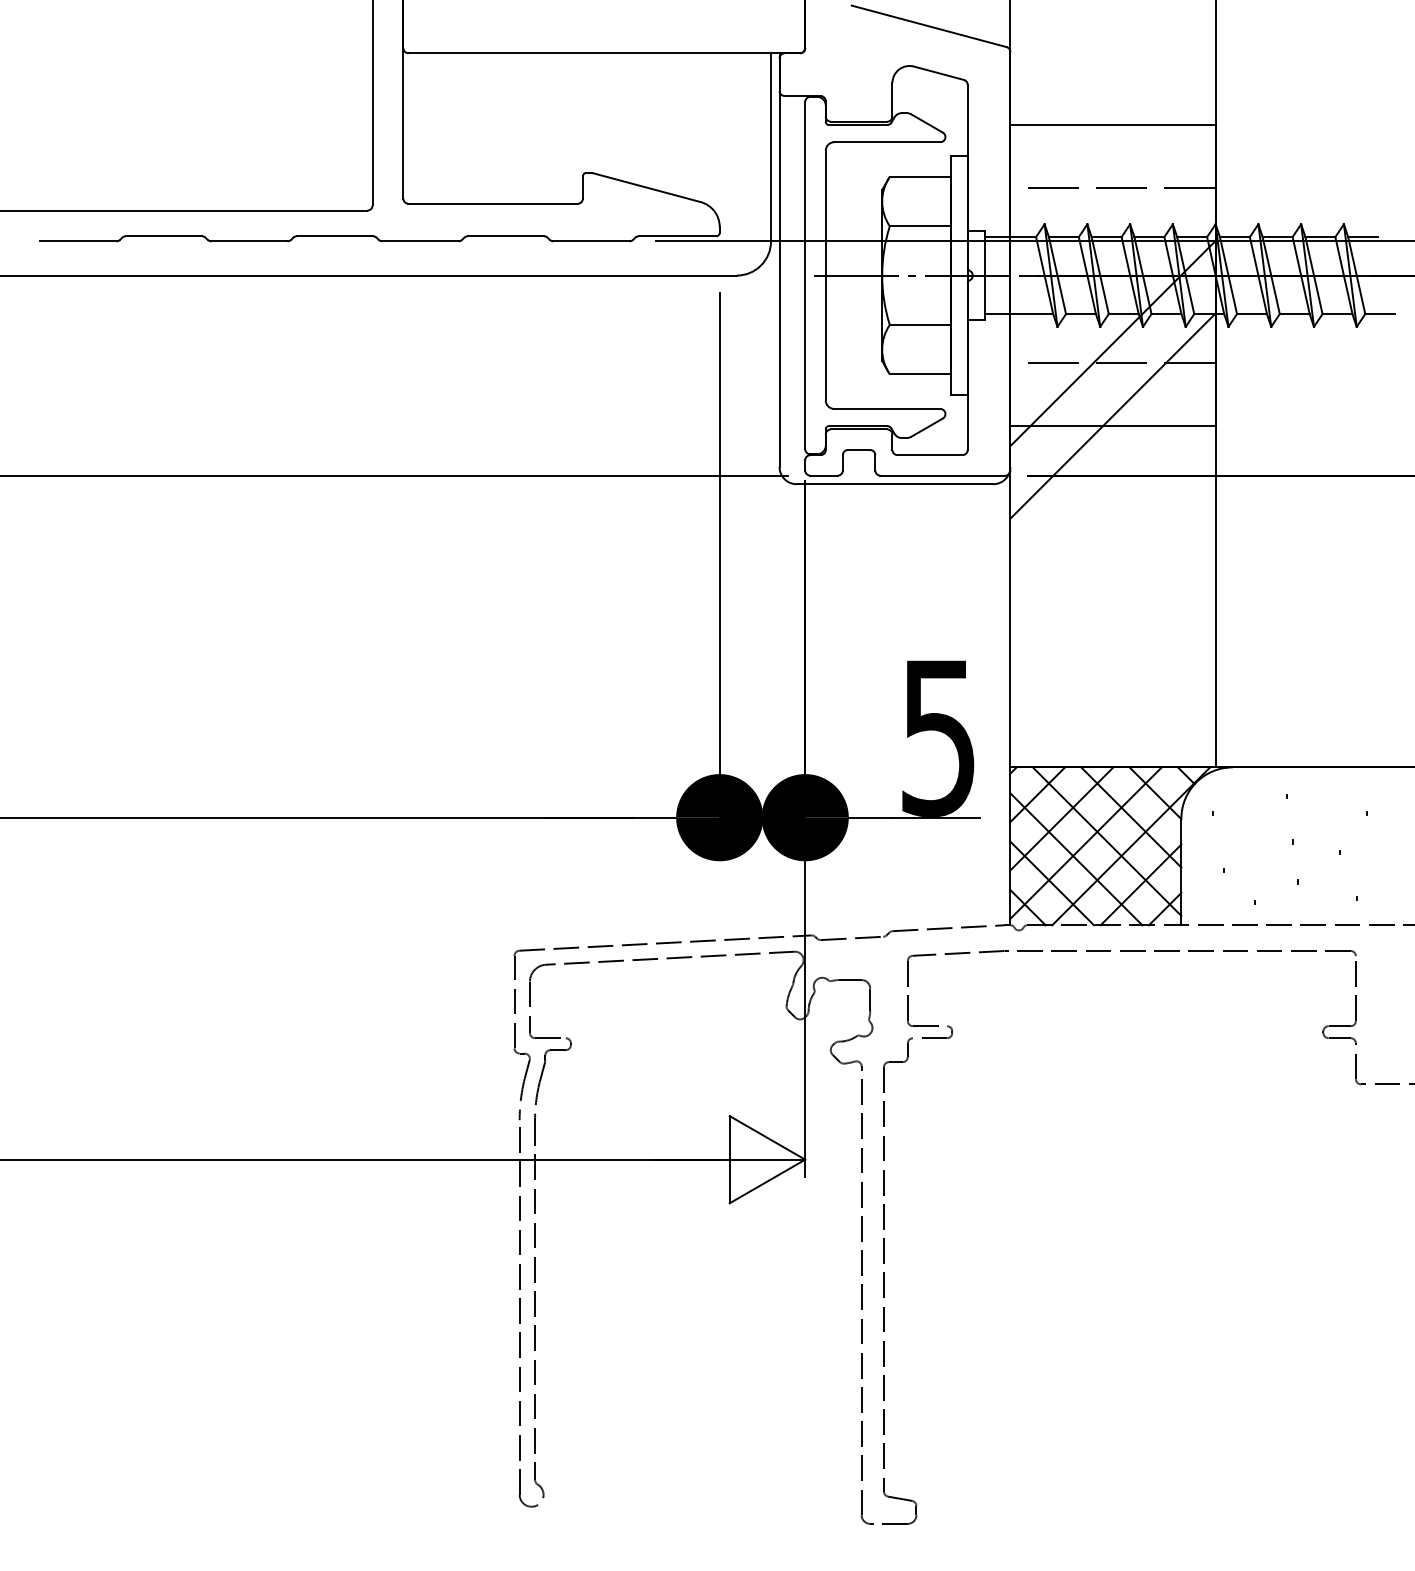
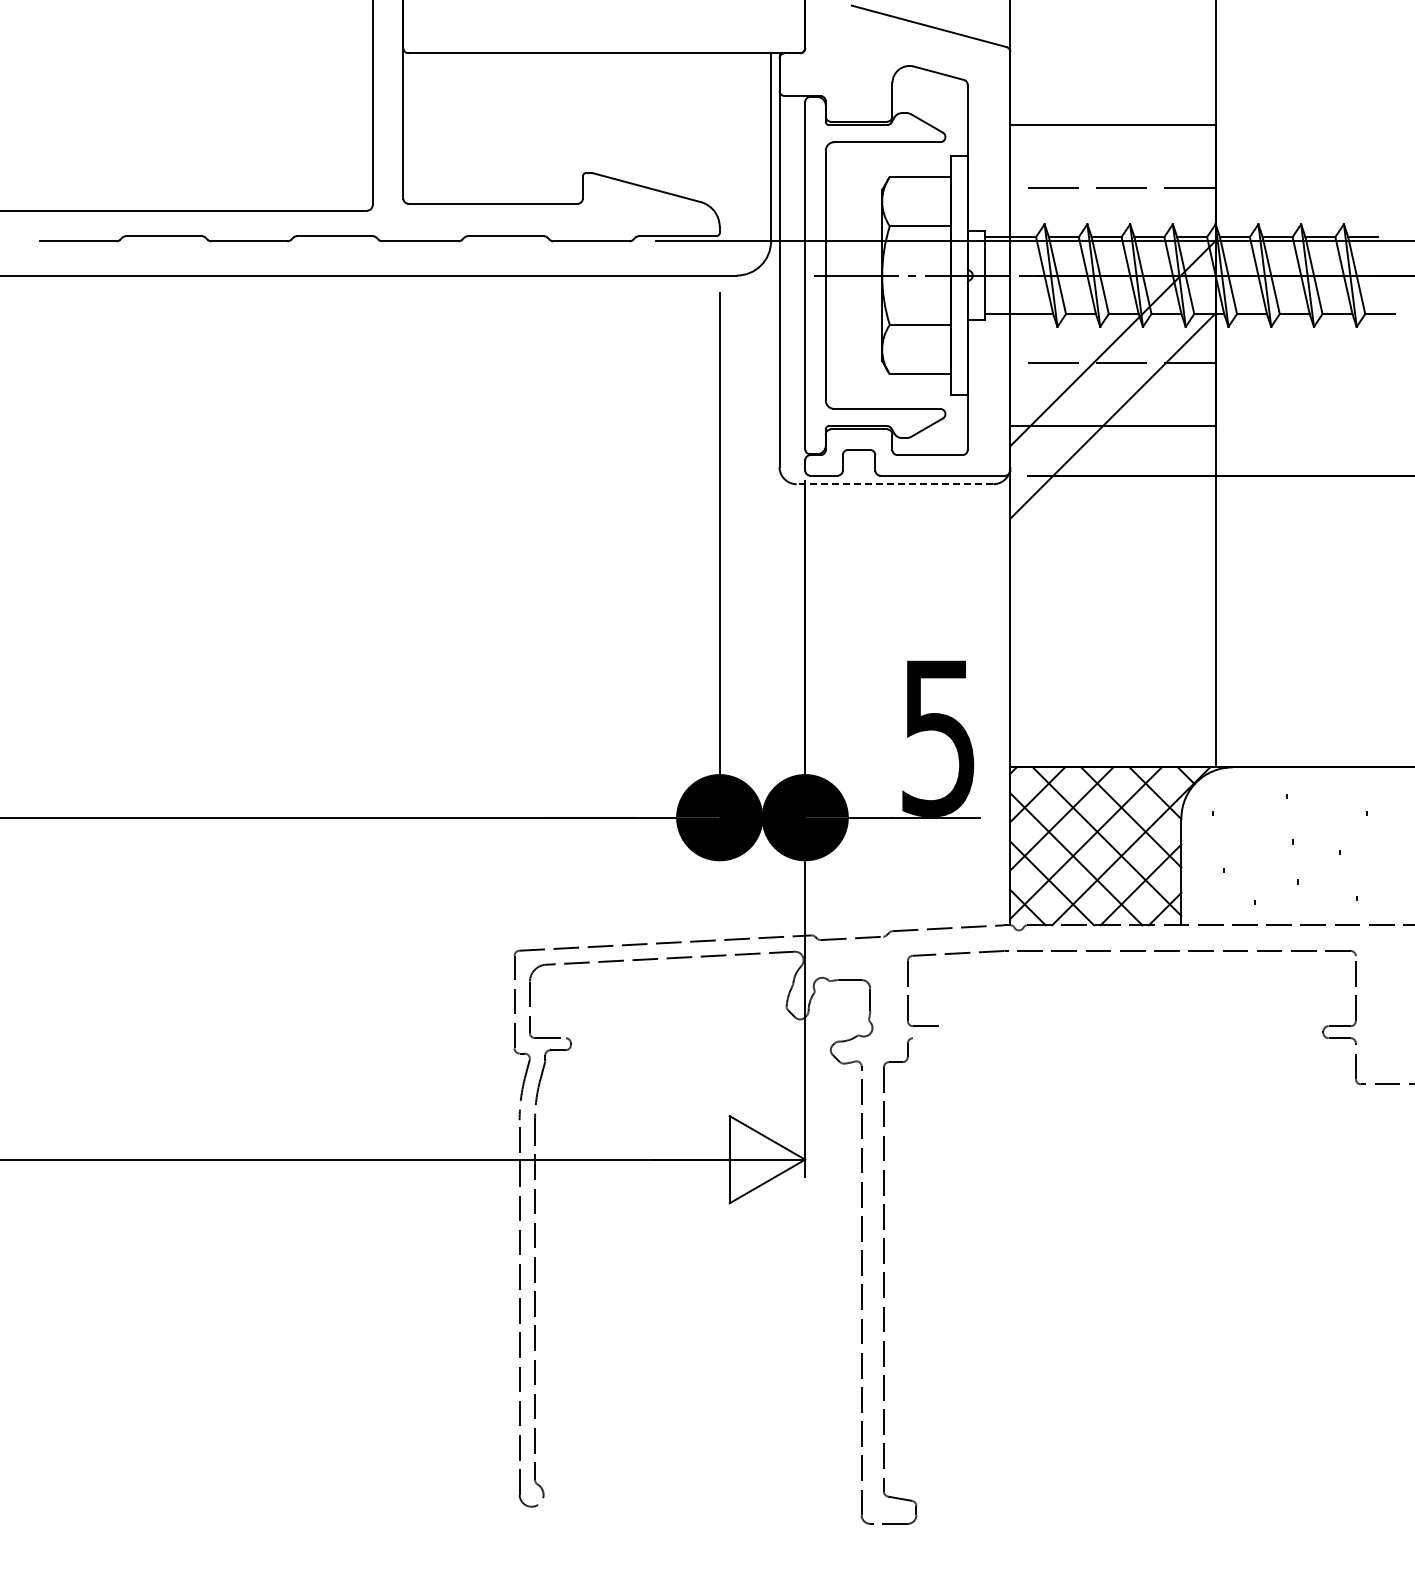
line at (395, 475): present -> none
line at (894, 484): solid -> dashed
part at (937, 1031): present -> none
